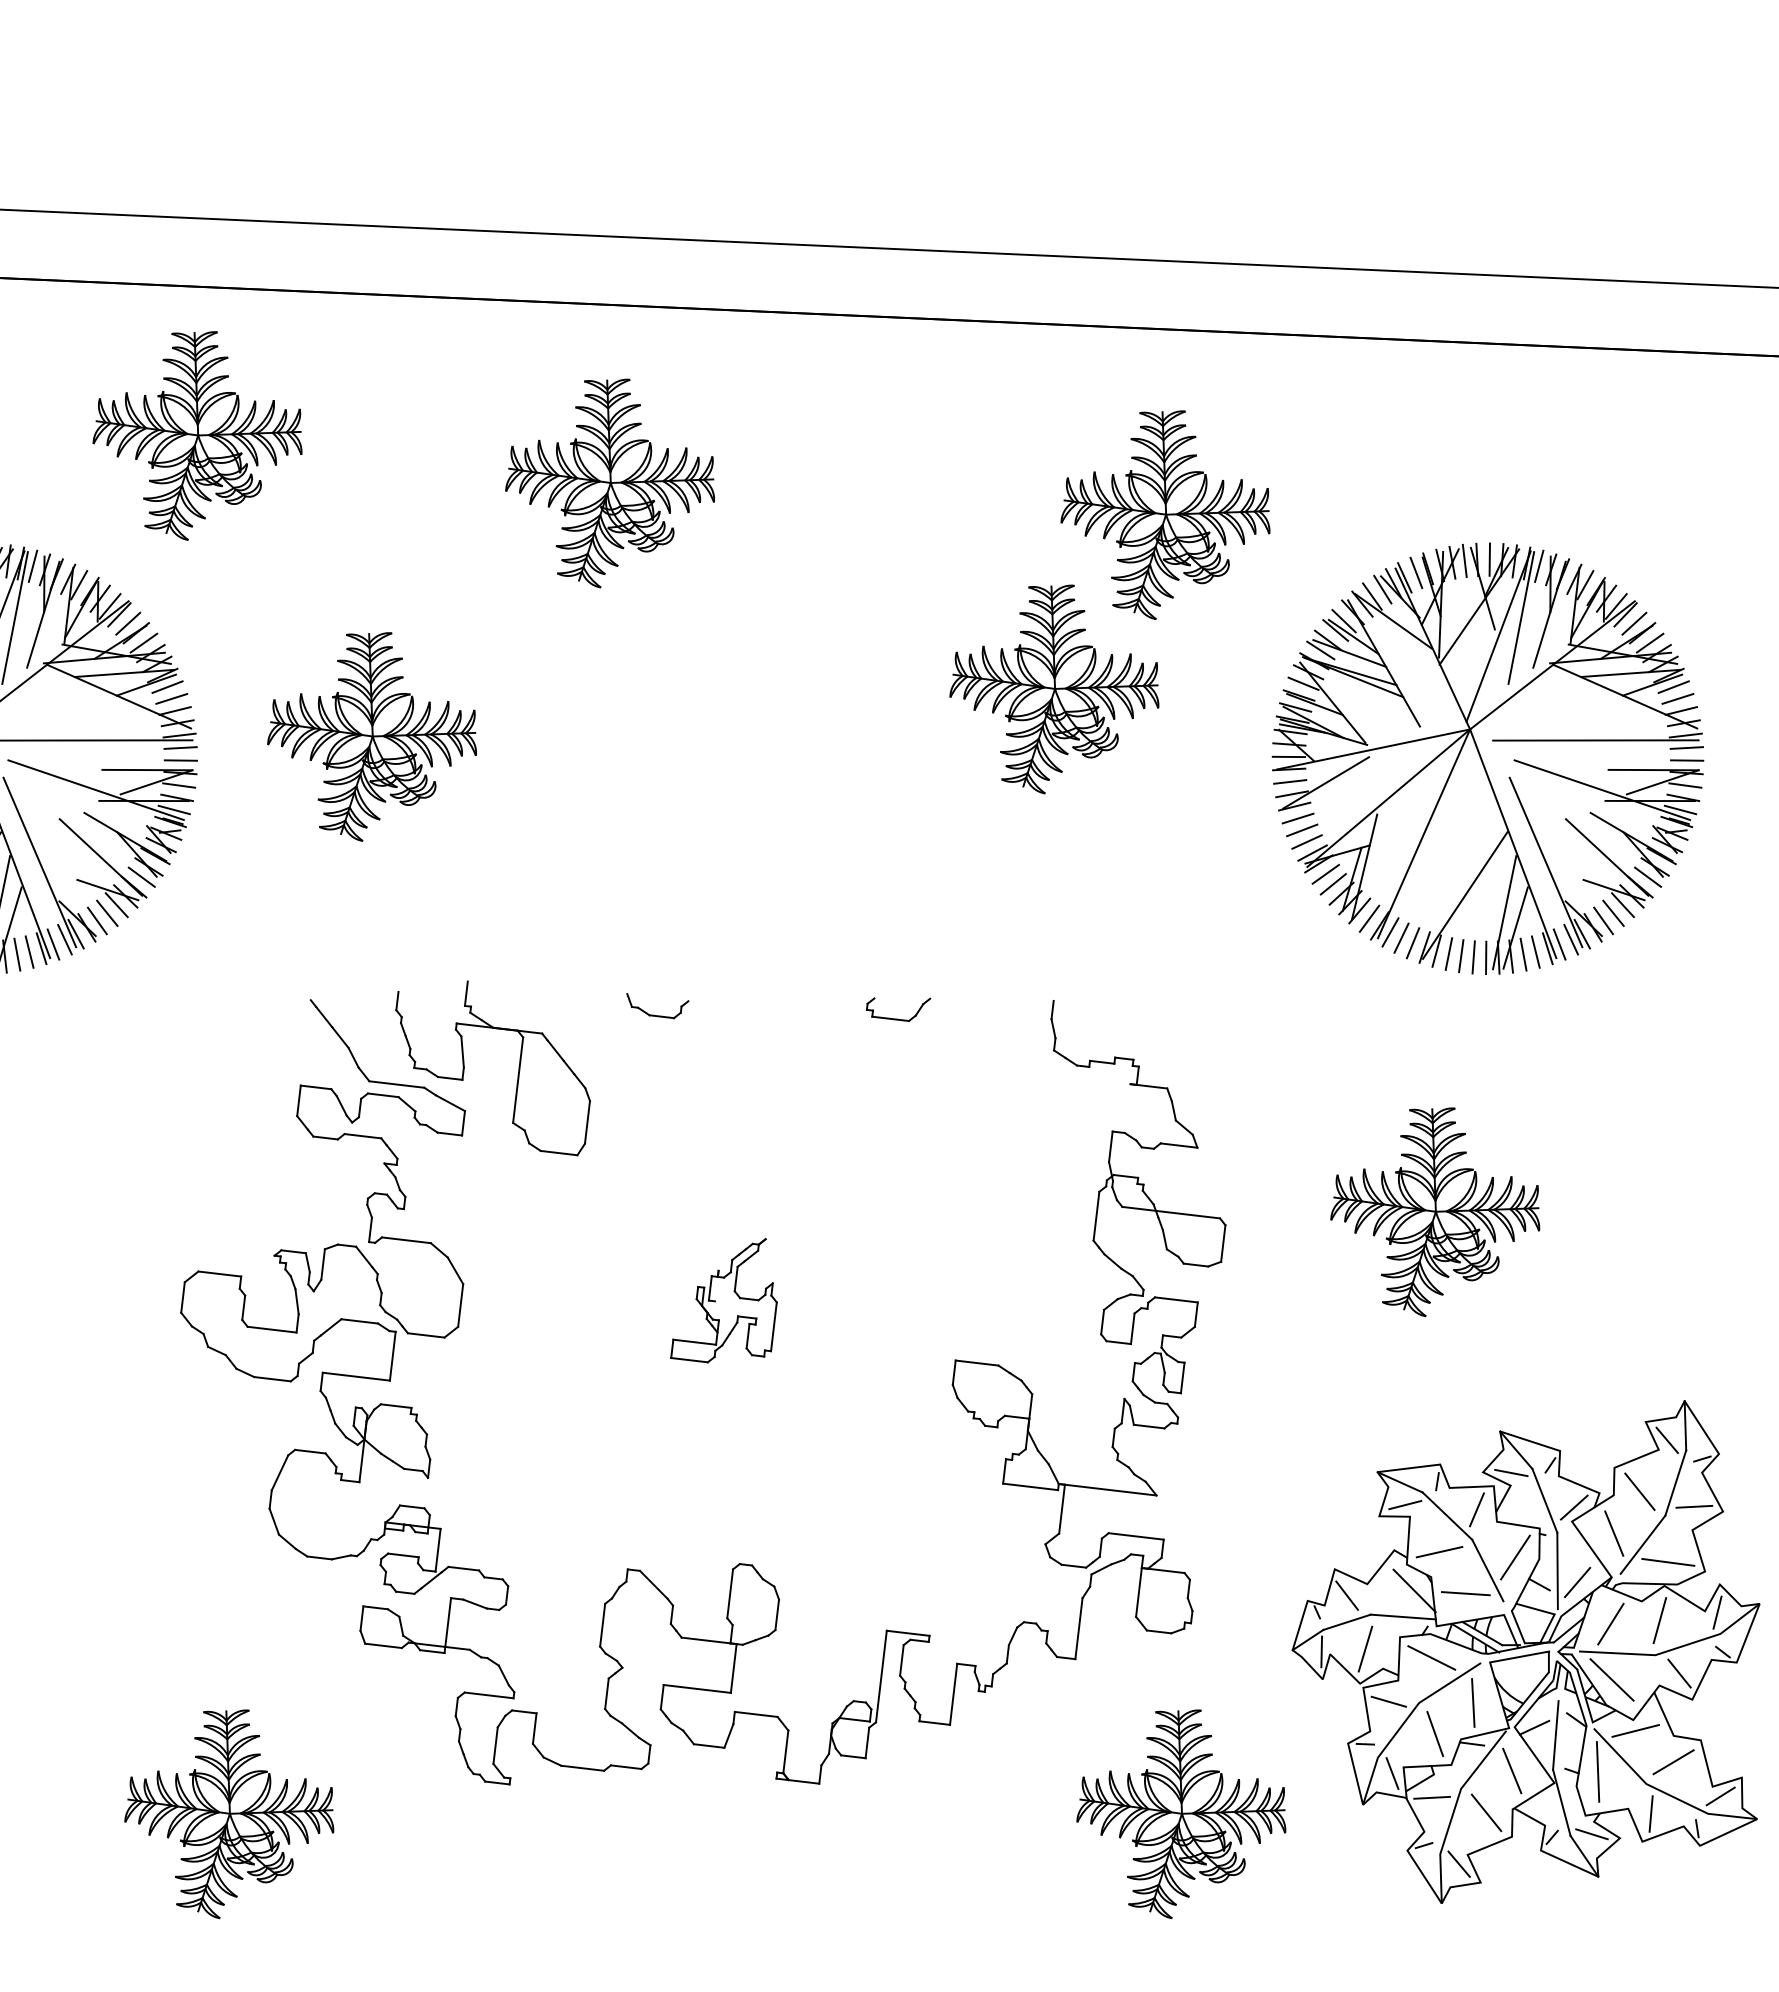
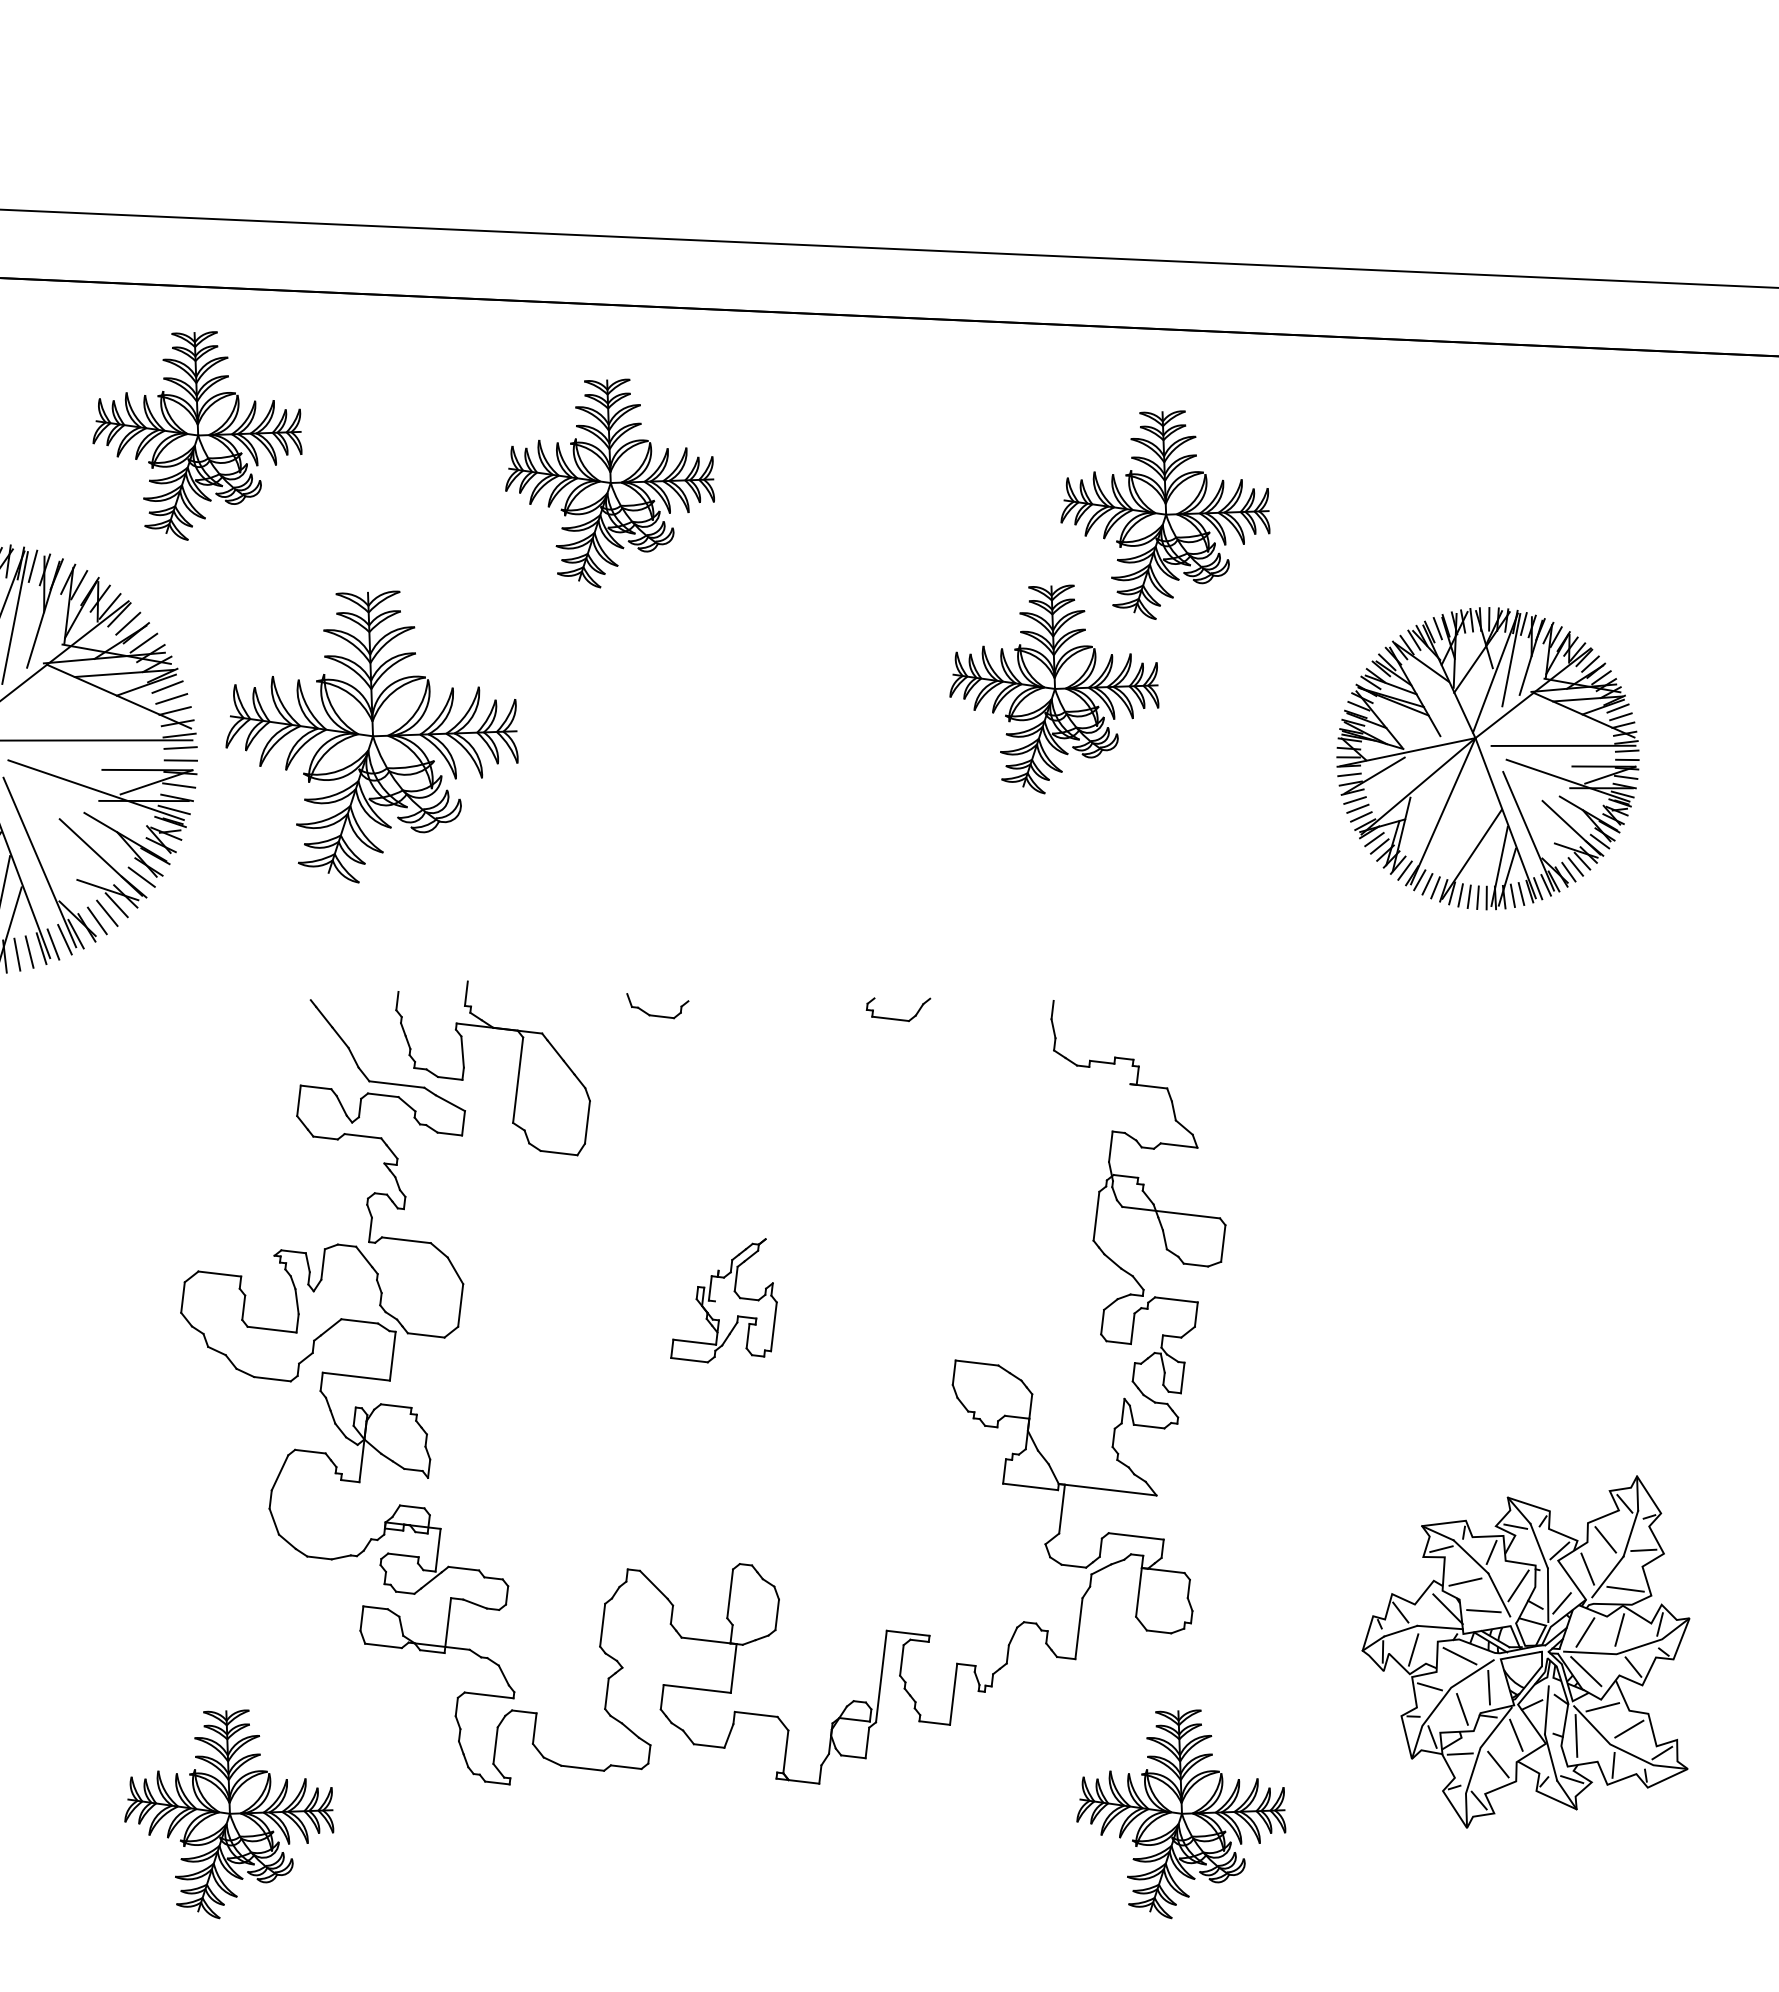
part at (371, 736) size: 210x210 px -> 294x294 px
part at (1487, 758) size: 434x433 px -> 304x304 px
part at (1435, 1212): present -> none
part at (1525, 1651) size: 470x504 px -> 330x354 px
